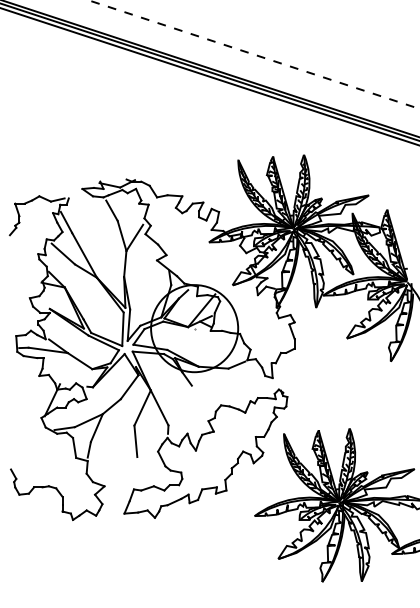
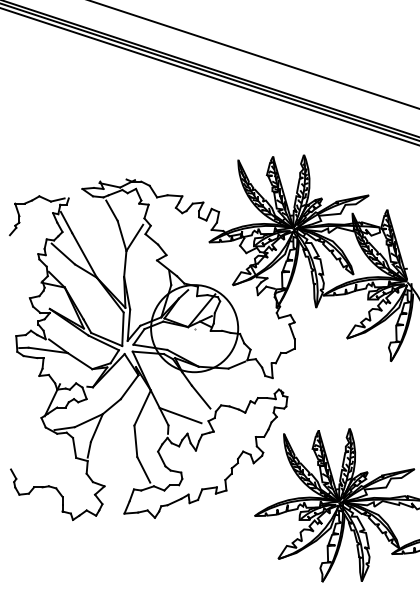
line at (254, 54): dashed -> solid
line at (200, 396): none -> present
line at (180, 415): none -> present
line at (143, 469): none -> present
